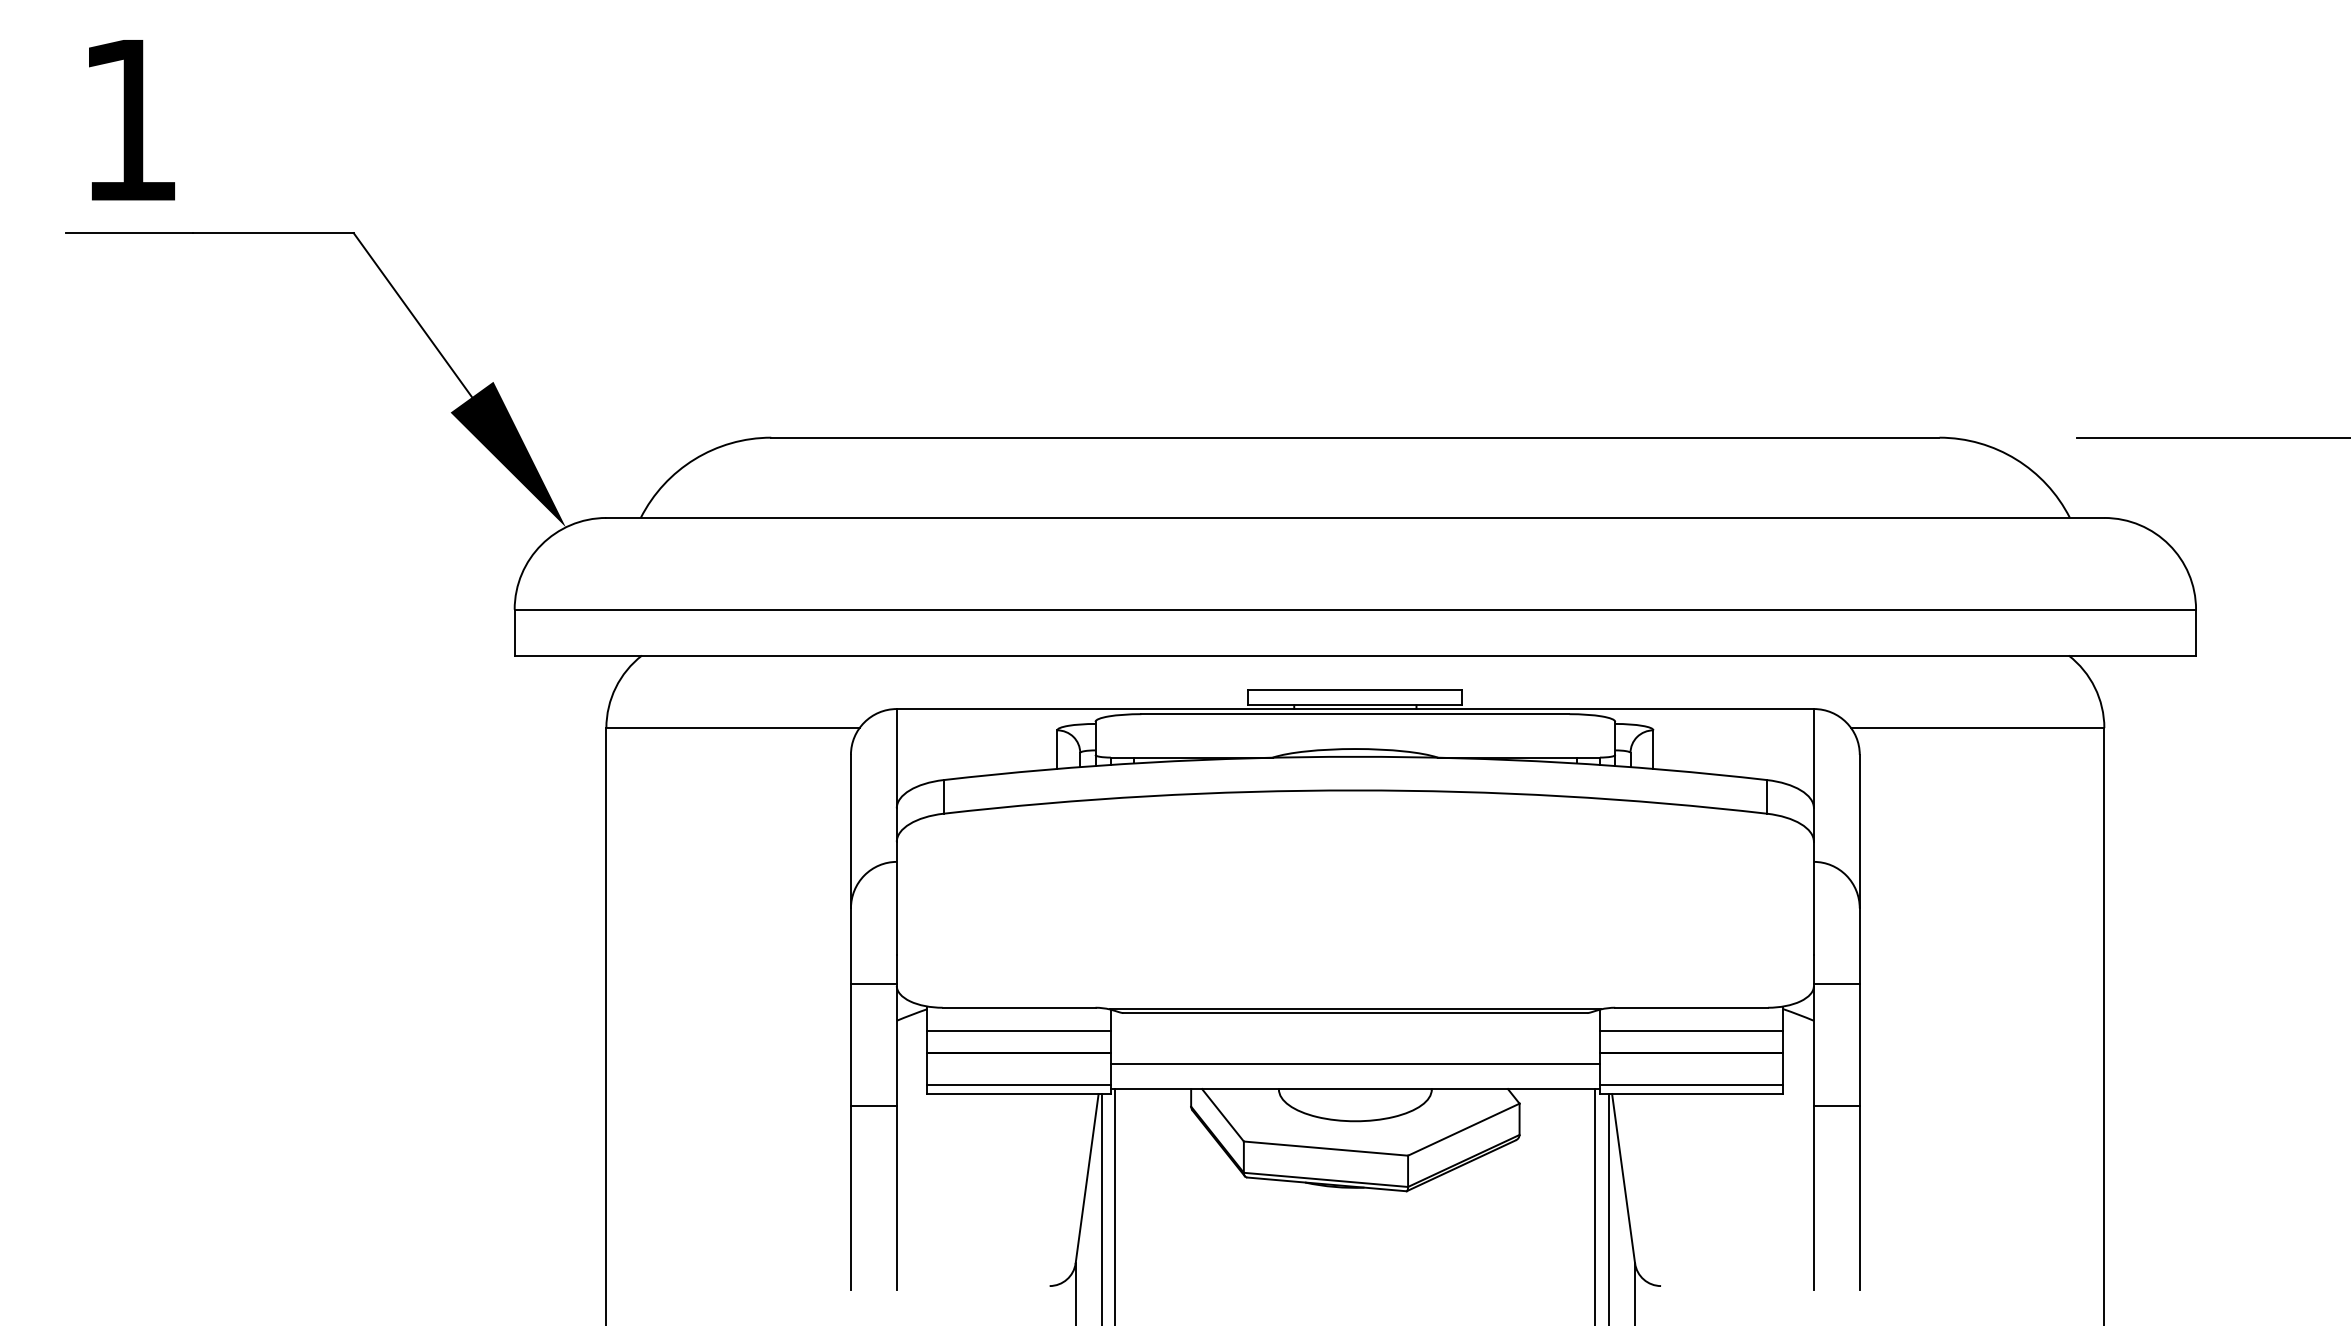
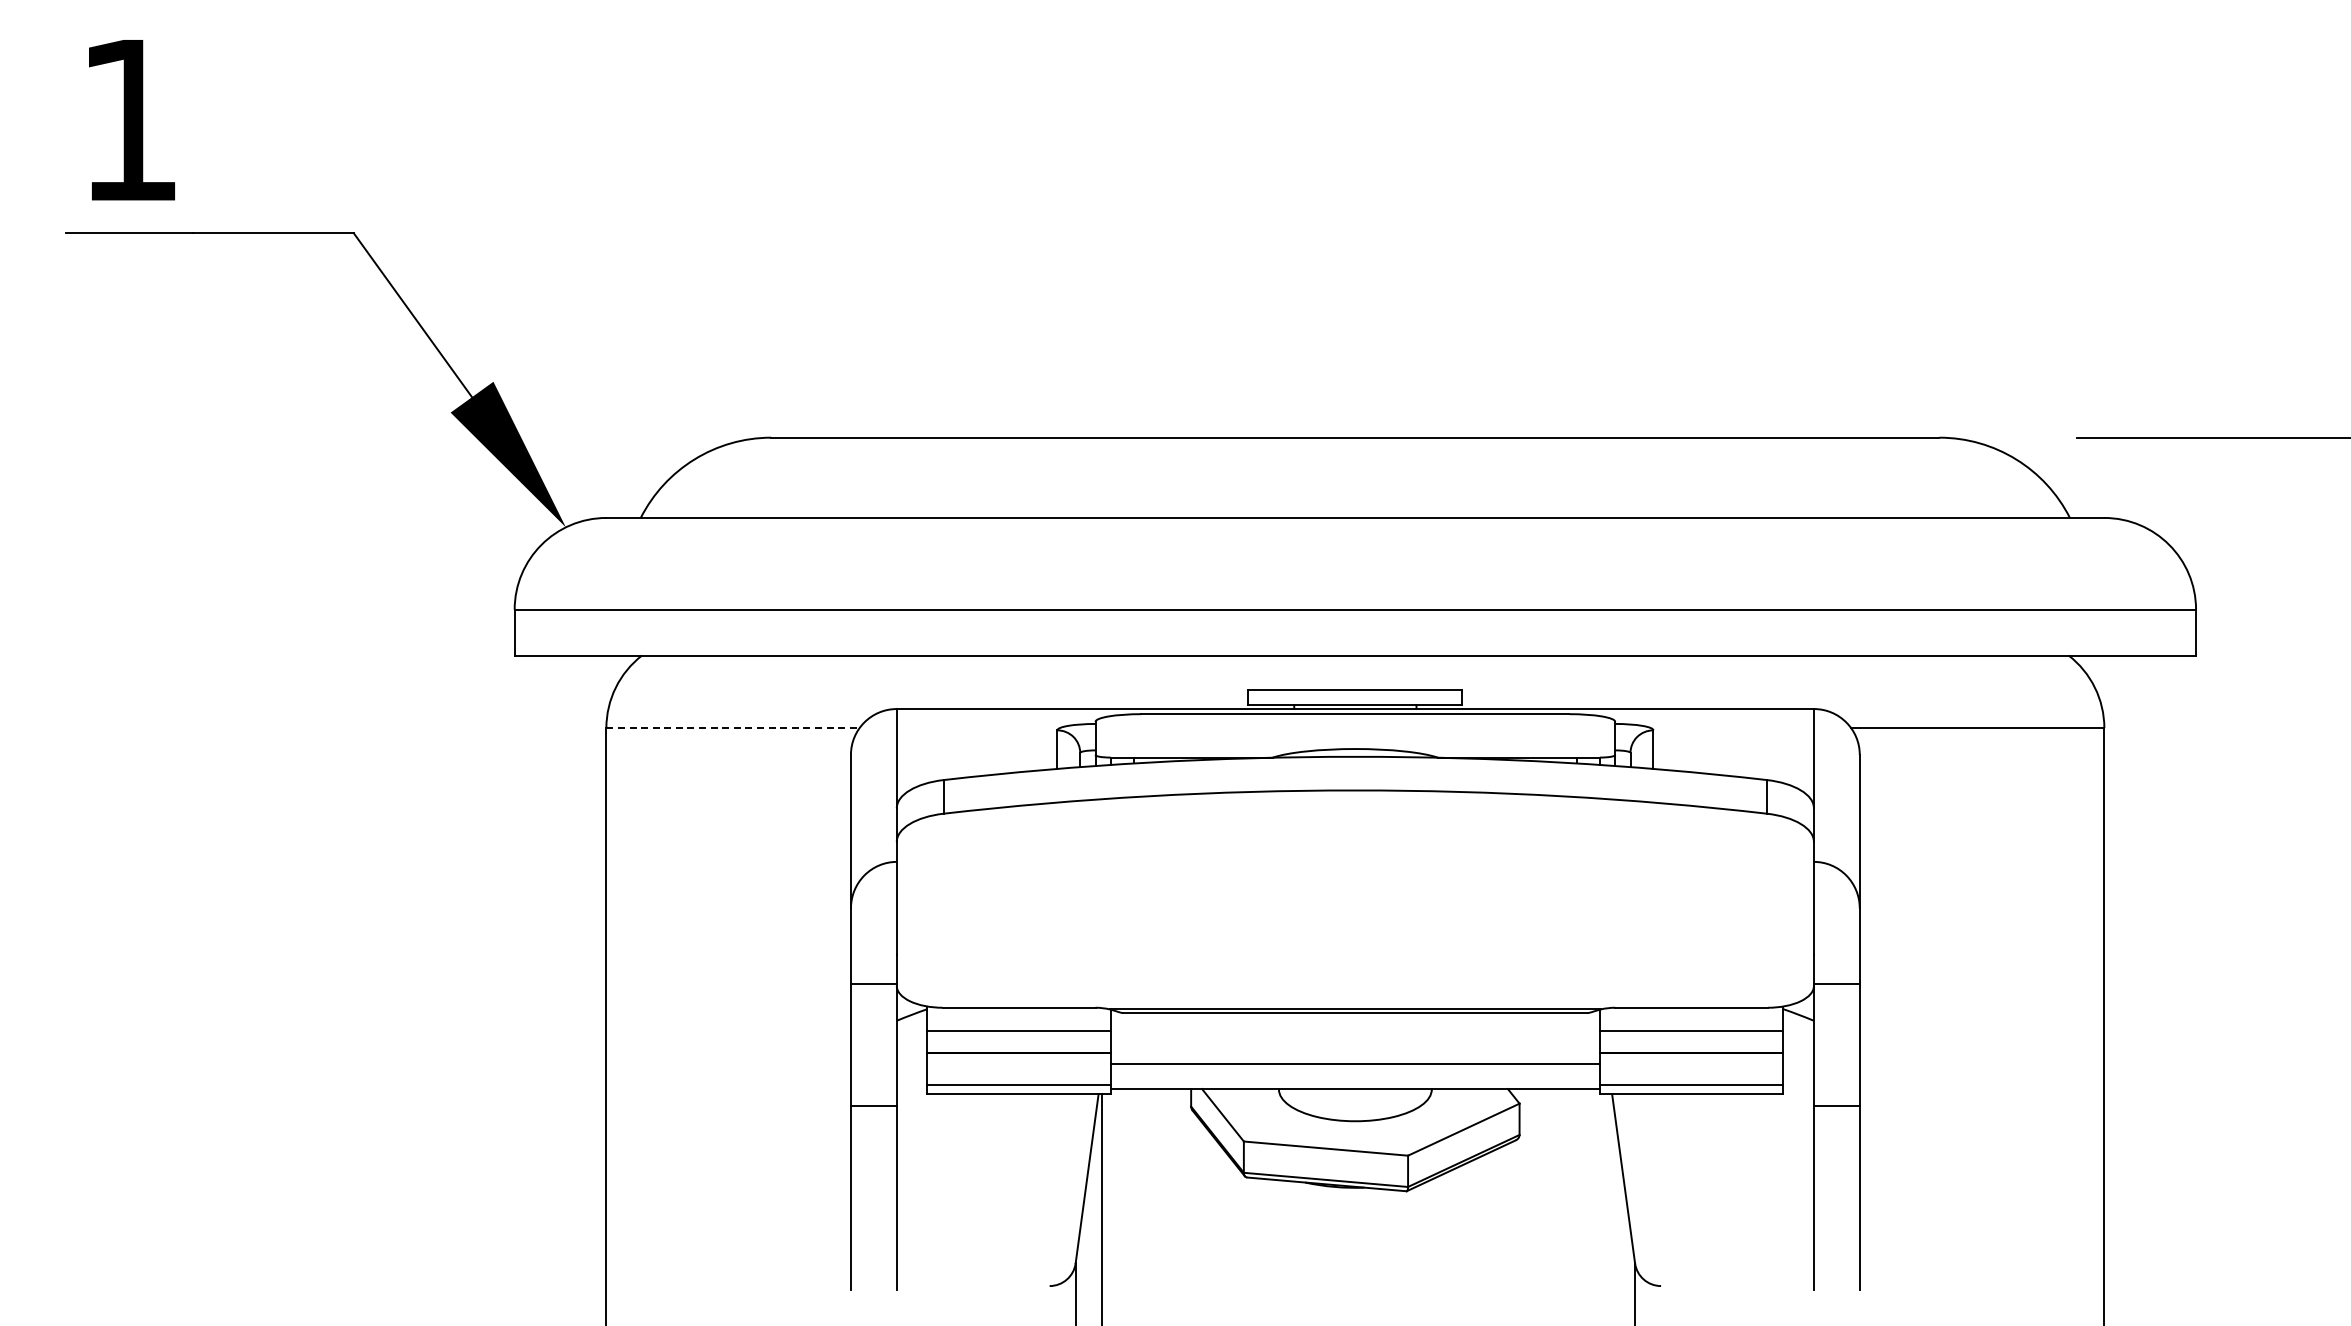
line at (732, 728): solid -> dashed
line at (1115, 1205): present -> none
line at (1595, 1205): present -> none
line at (1609, 1208): present -> none
